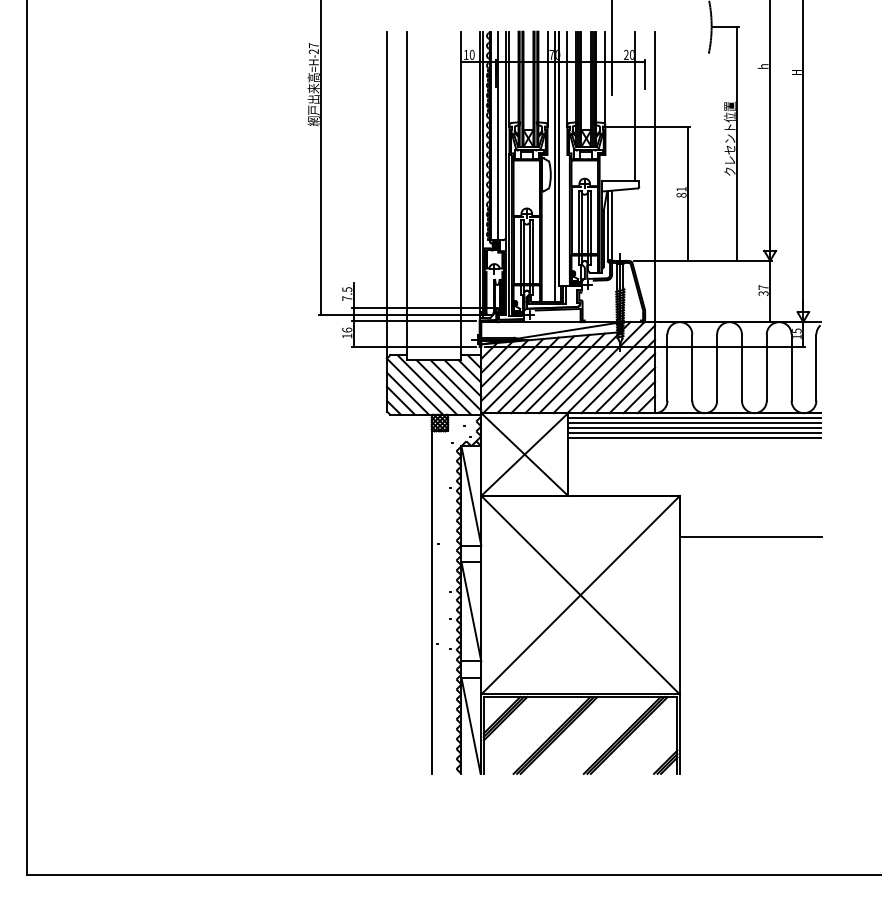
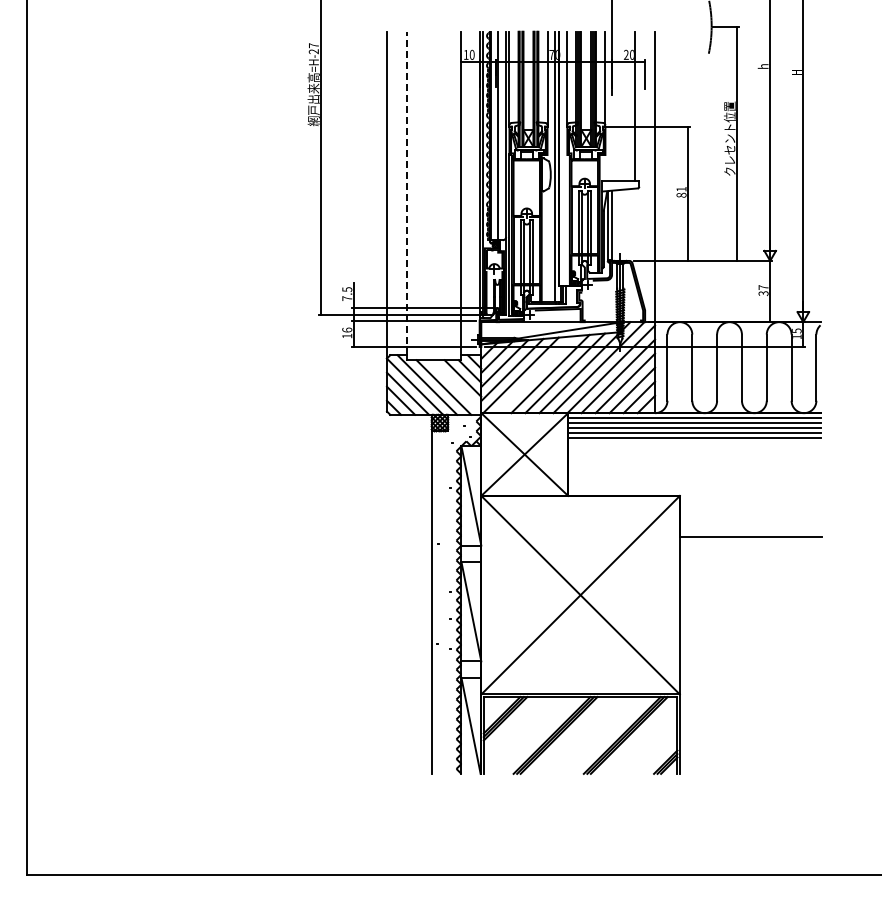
line at (406, 193): solid -> dashed
line at (535, 374): present -> none
line at (455, 385): present -> none
